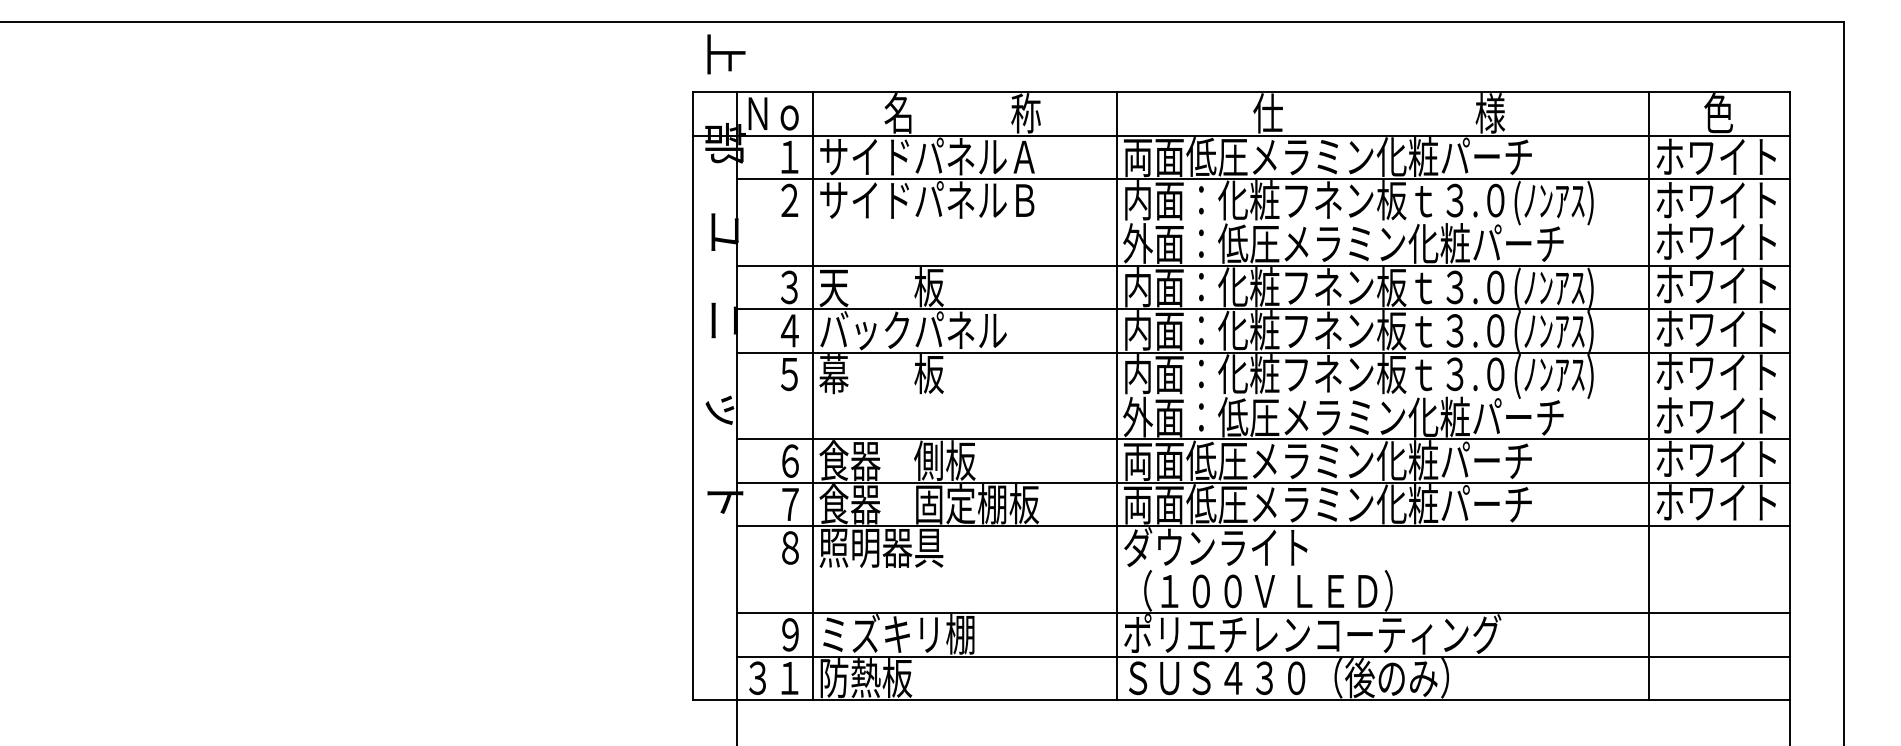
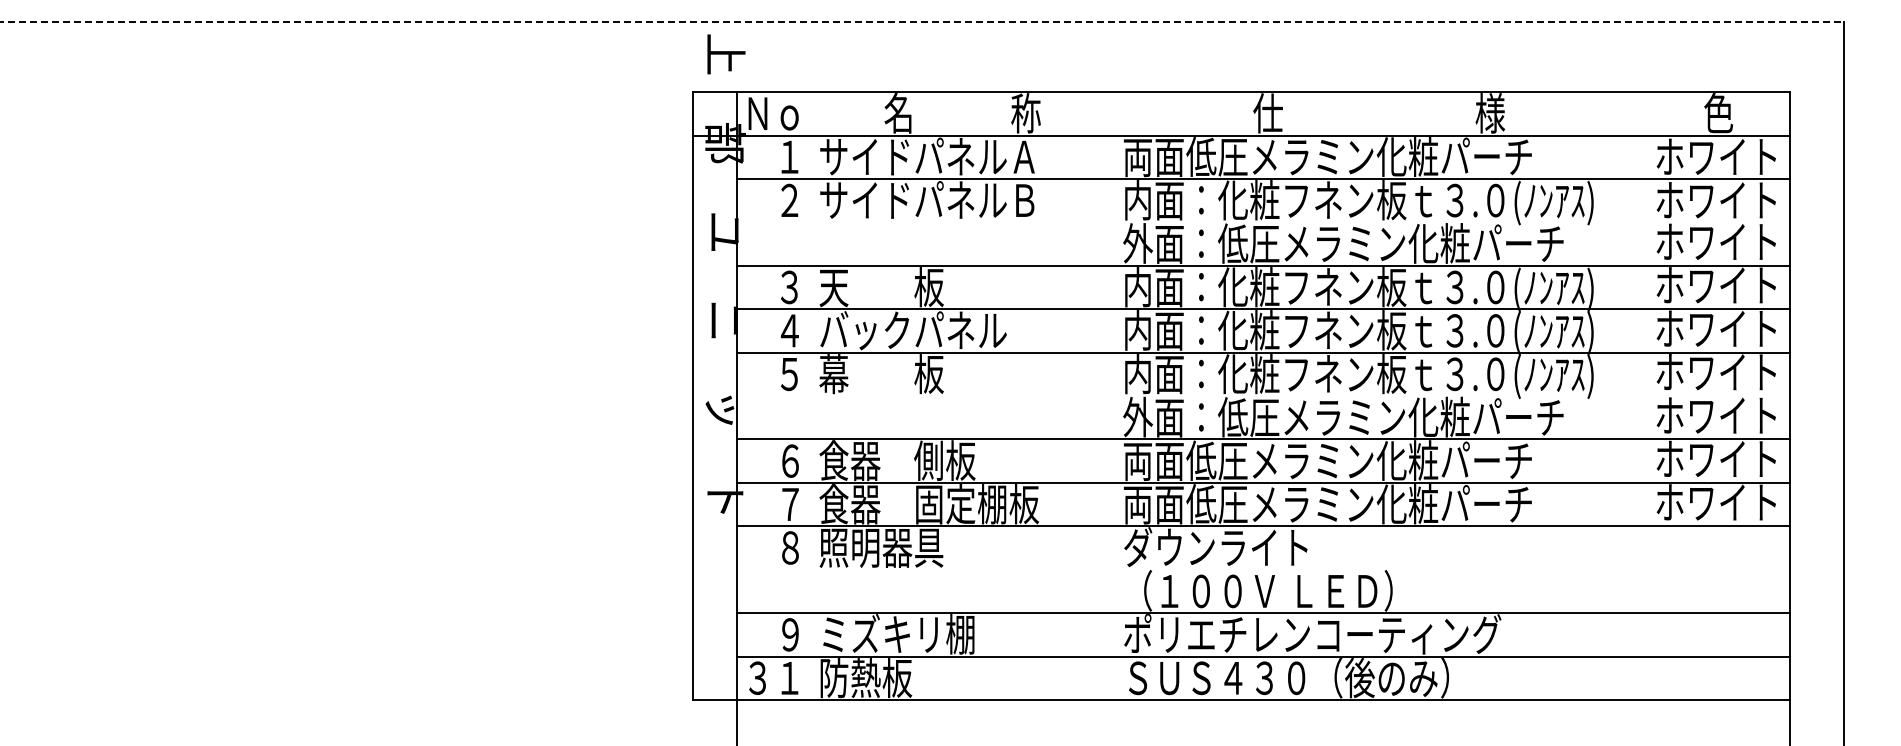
line at (922, 22): solid -> dashed
line at (812, 396): present -> none
line at (1116, 396): present -> none
line at (1648, 396): present -> none
